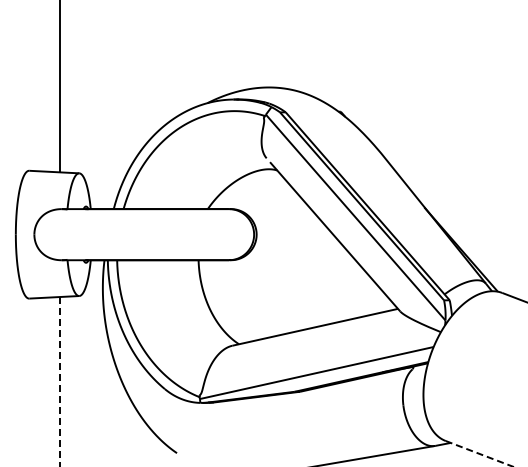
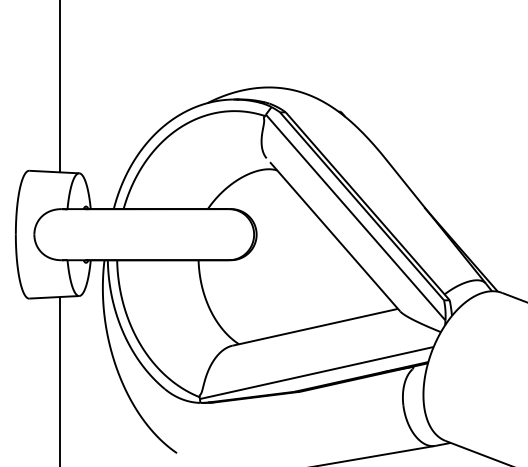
line at (60, 382): dashed -> solid
line at (480, 454): dashed -> solid
